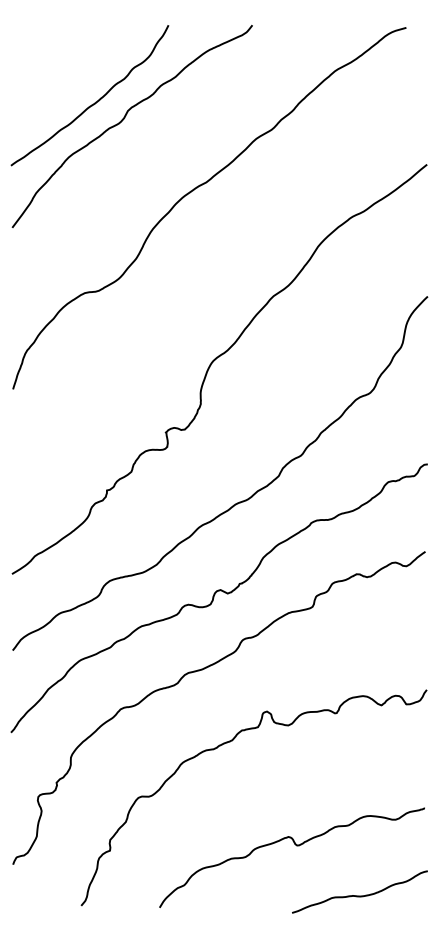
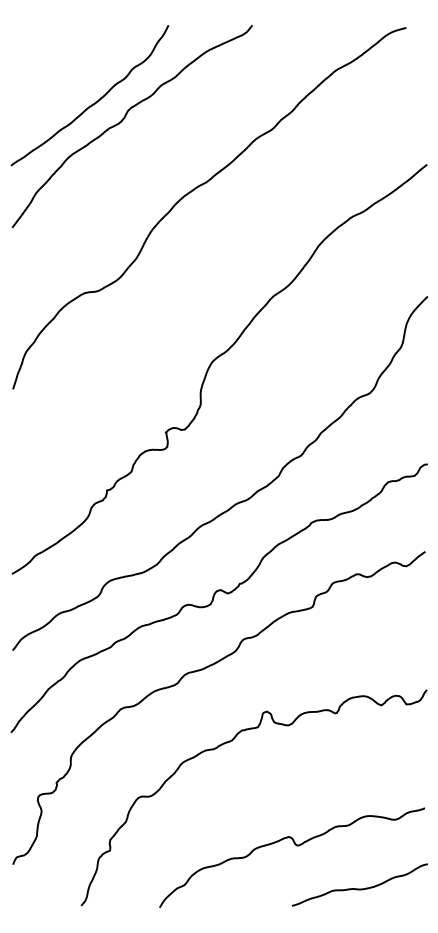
curve at (359, 895) position: (359, 895) -> (359, 888)
